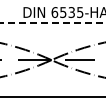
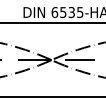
line at (53, 23): dashed -> solid
